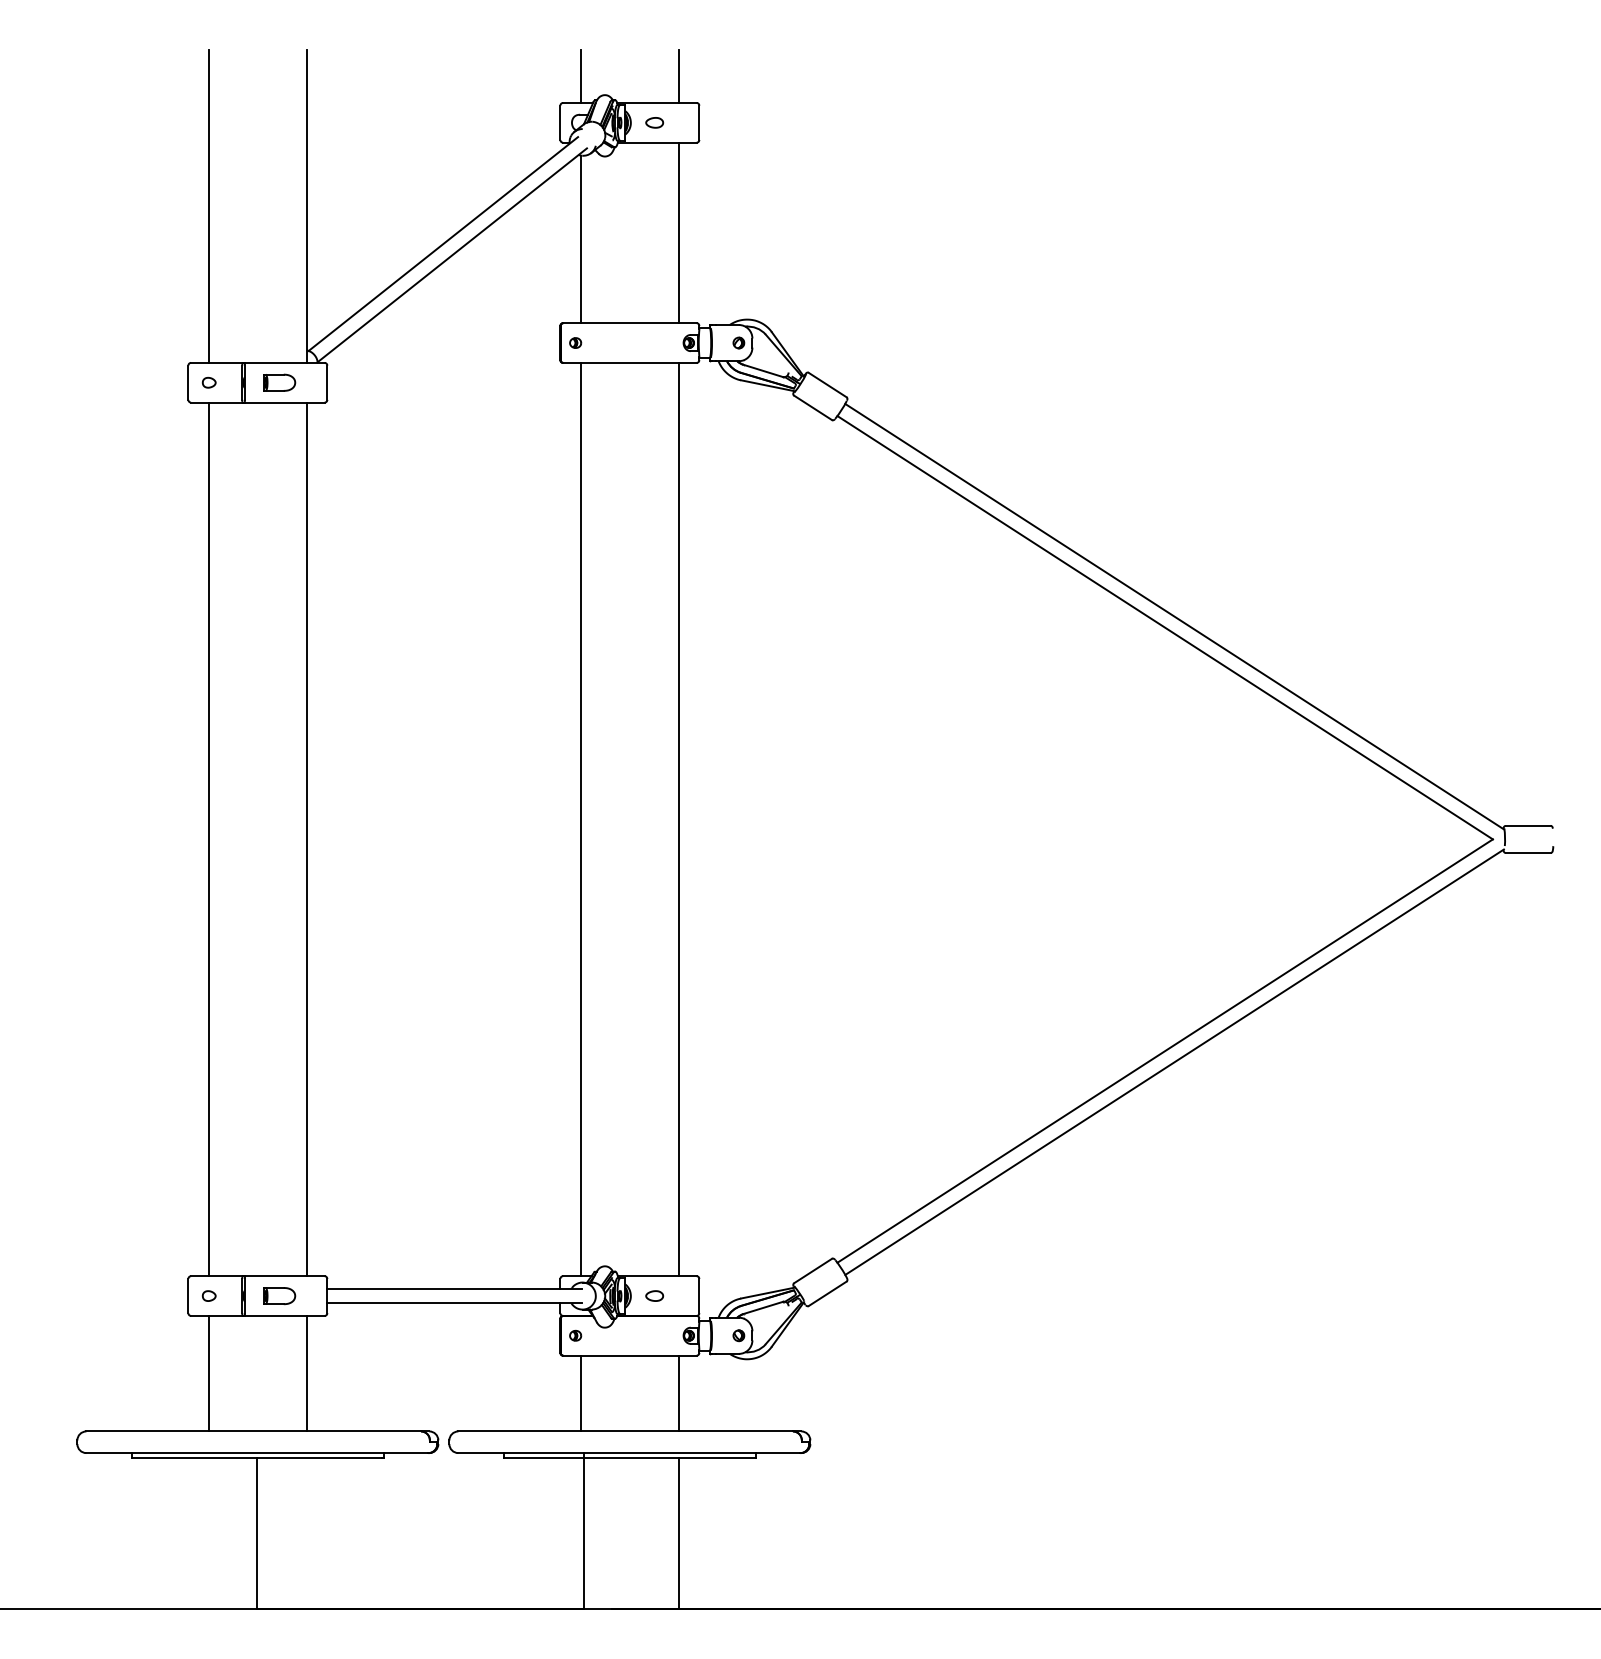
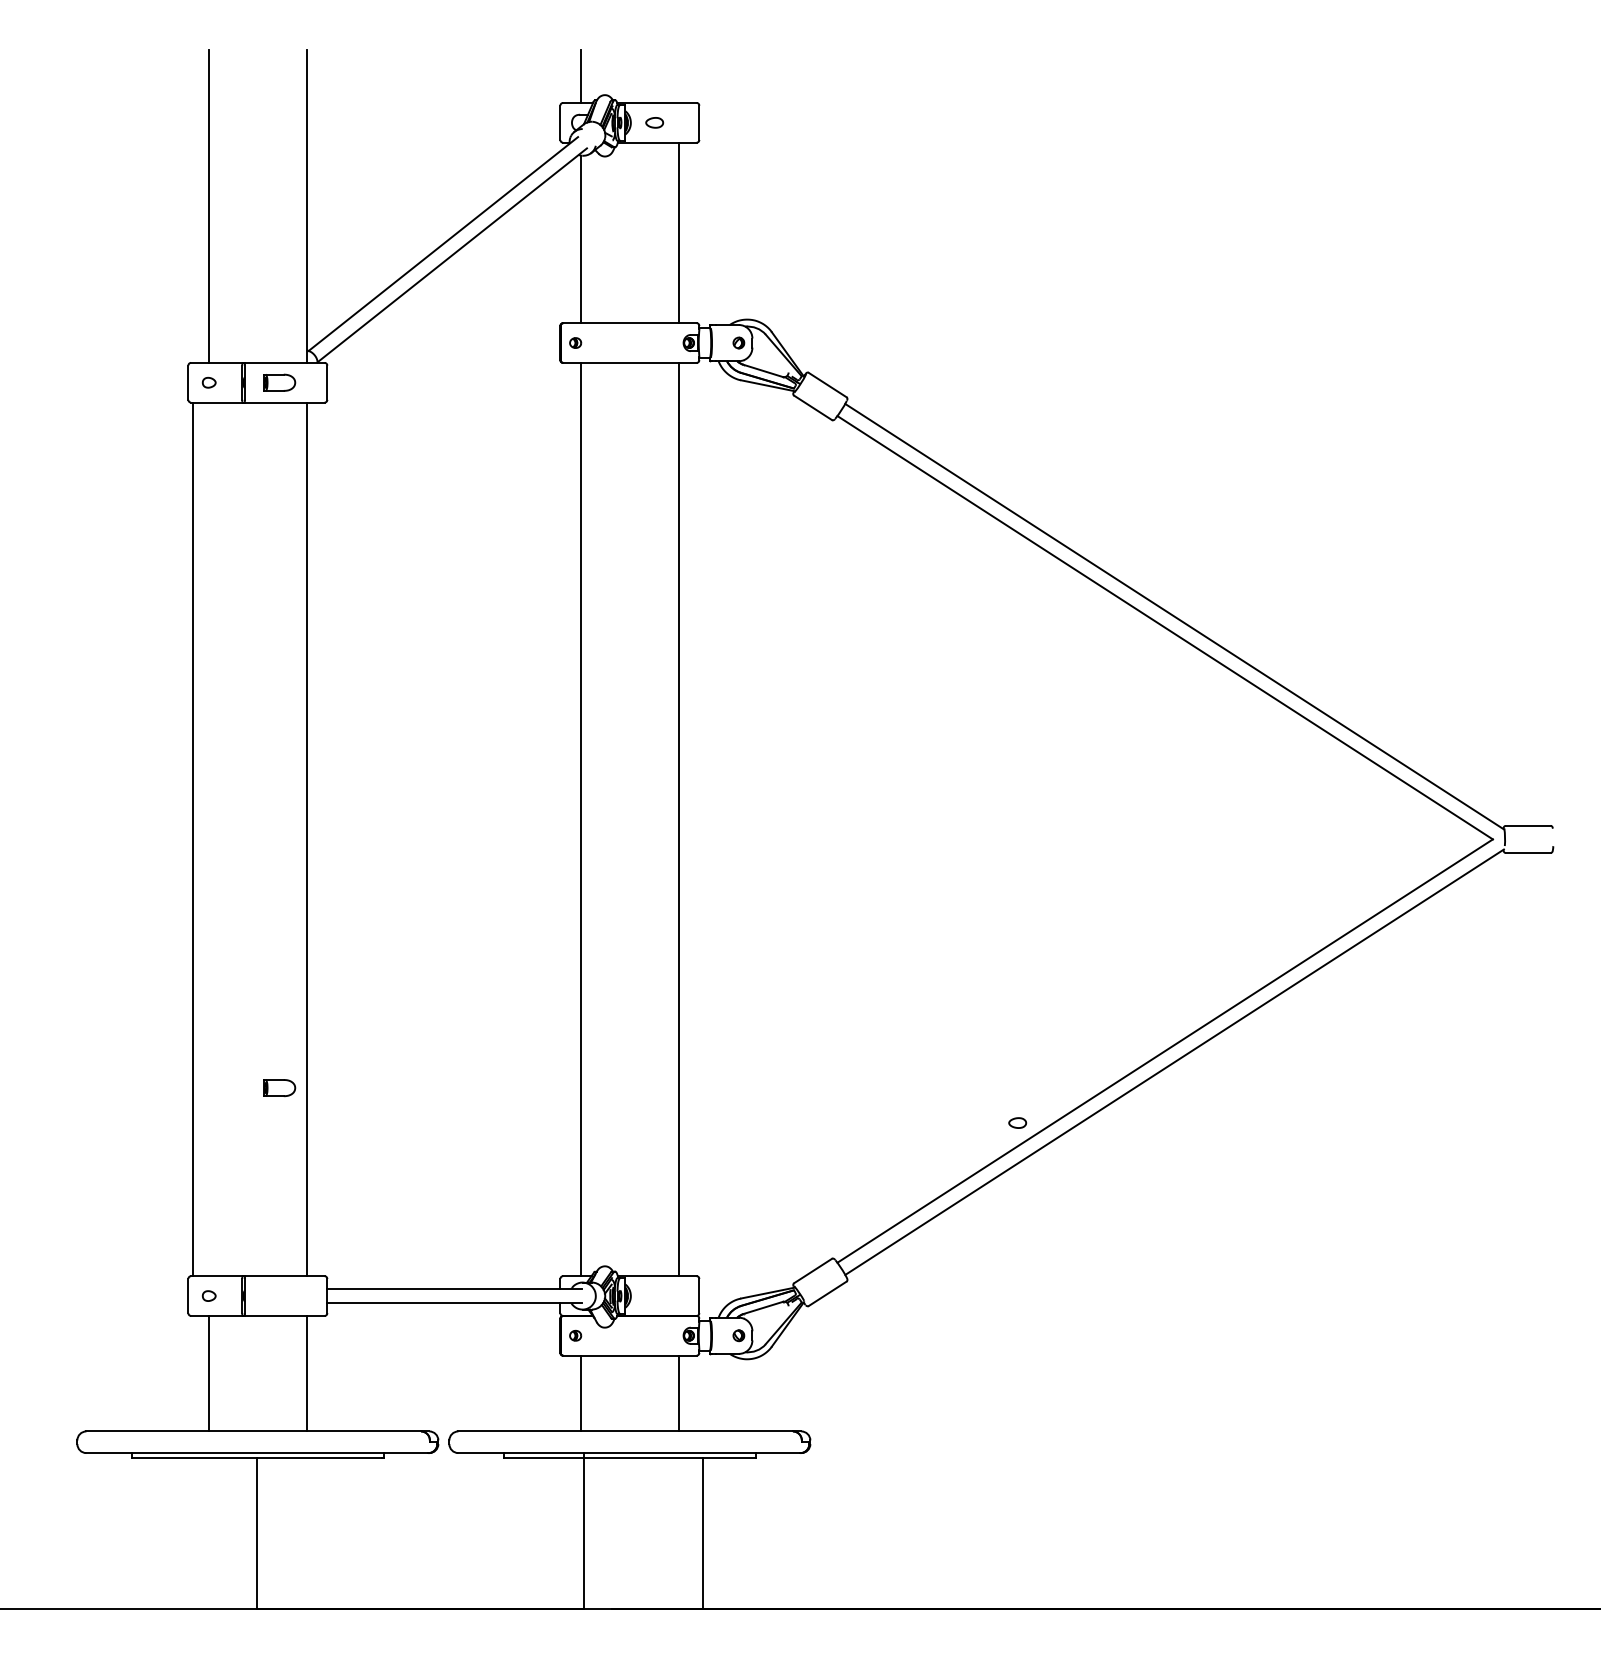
line at (678, 75): present -> none
line at (209, 839) position: (209, 839) -> (193, 839)
part at (654, 1295) position: (654, 1295) -> (1017, 1122)
part at (279, 1296) position: (279, 1296) -> (279, 1088)
line at (678, 1533) position: (678, 1533) -> (702, 1533)
